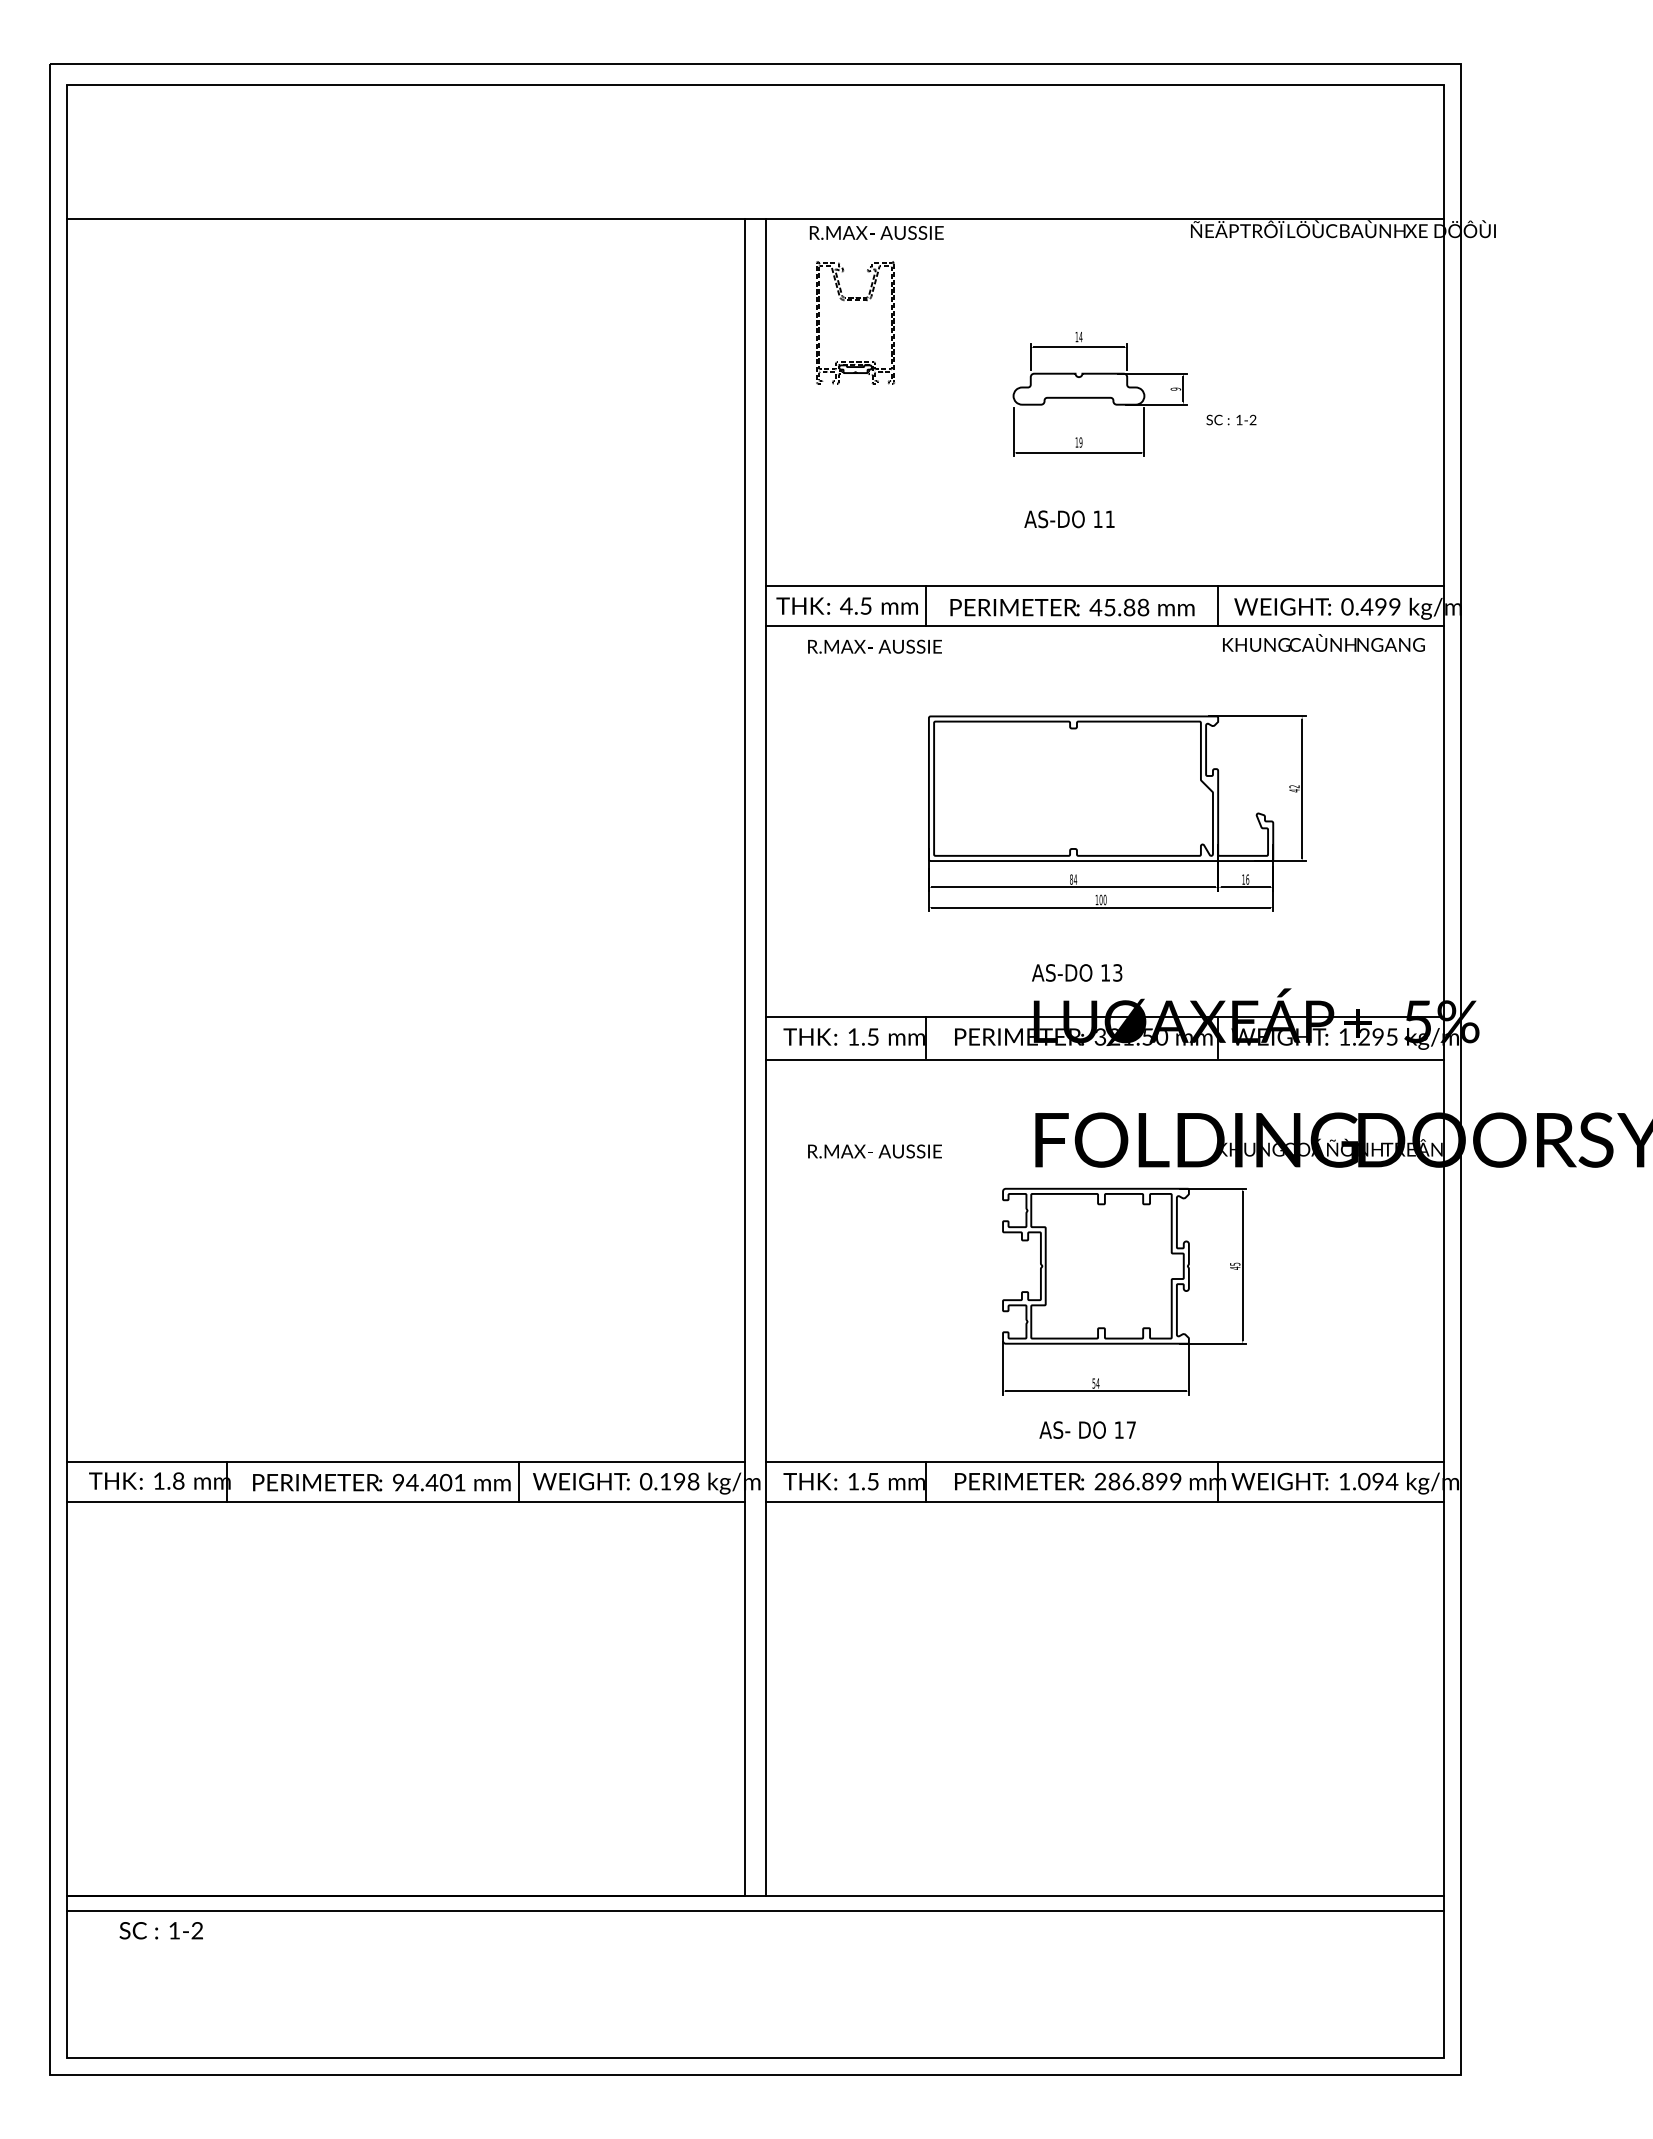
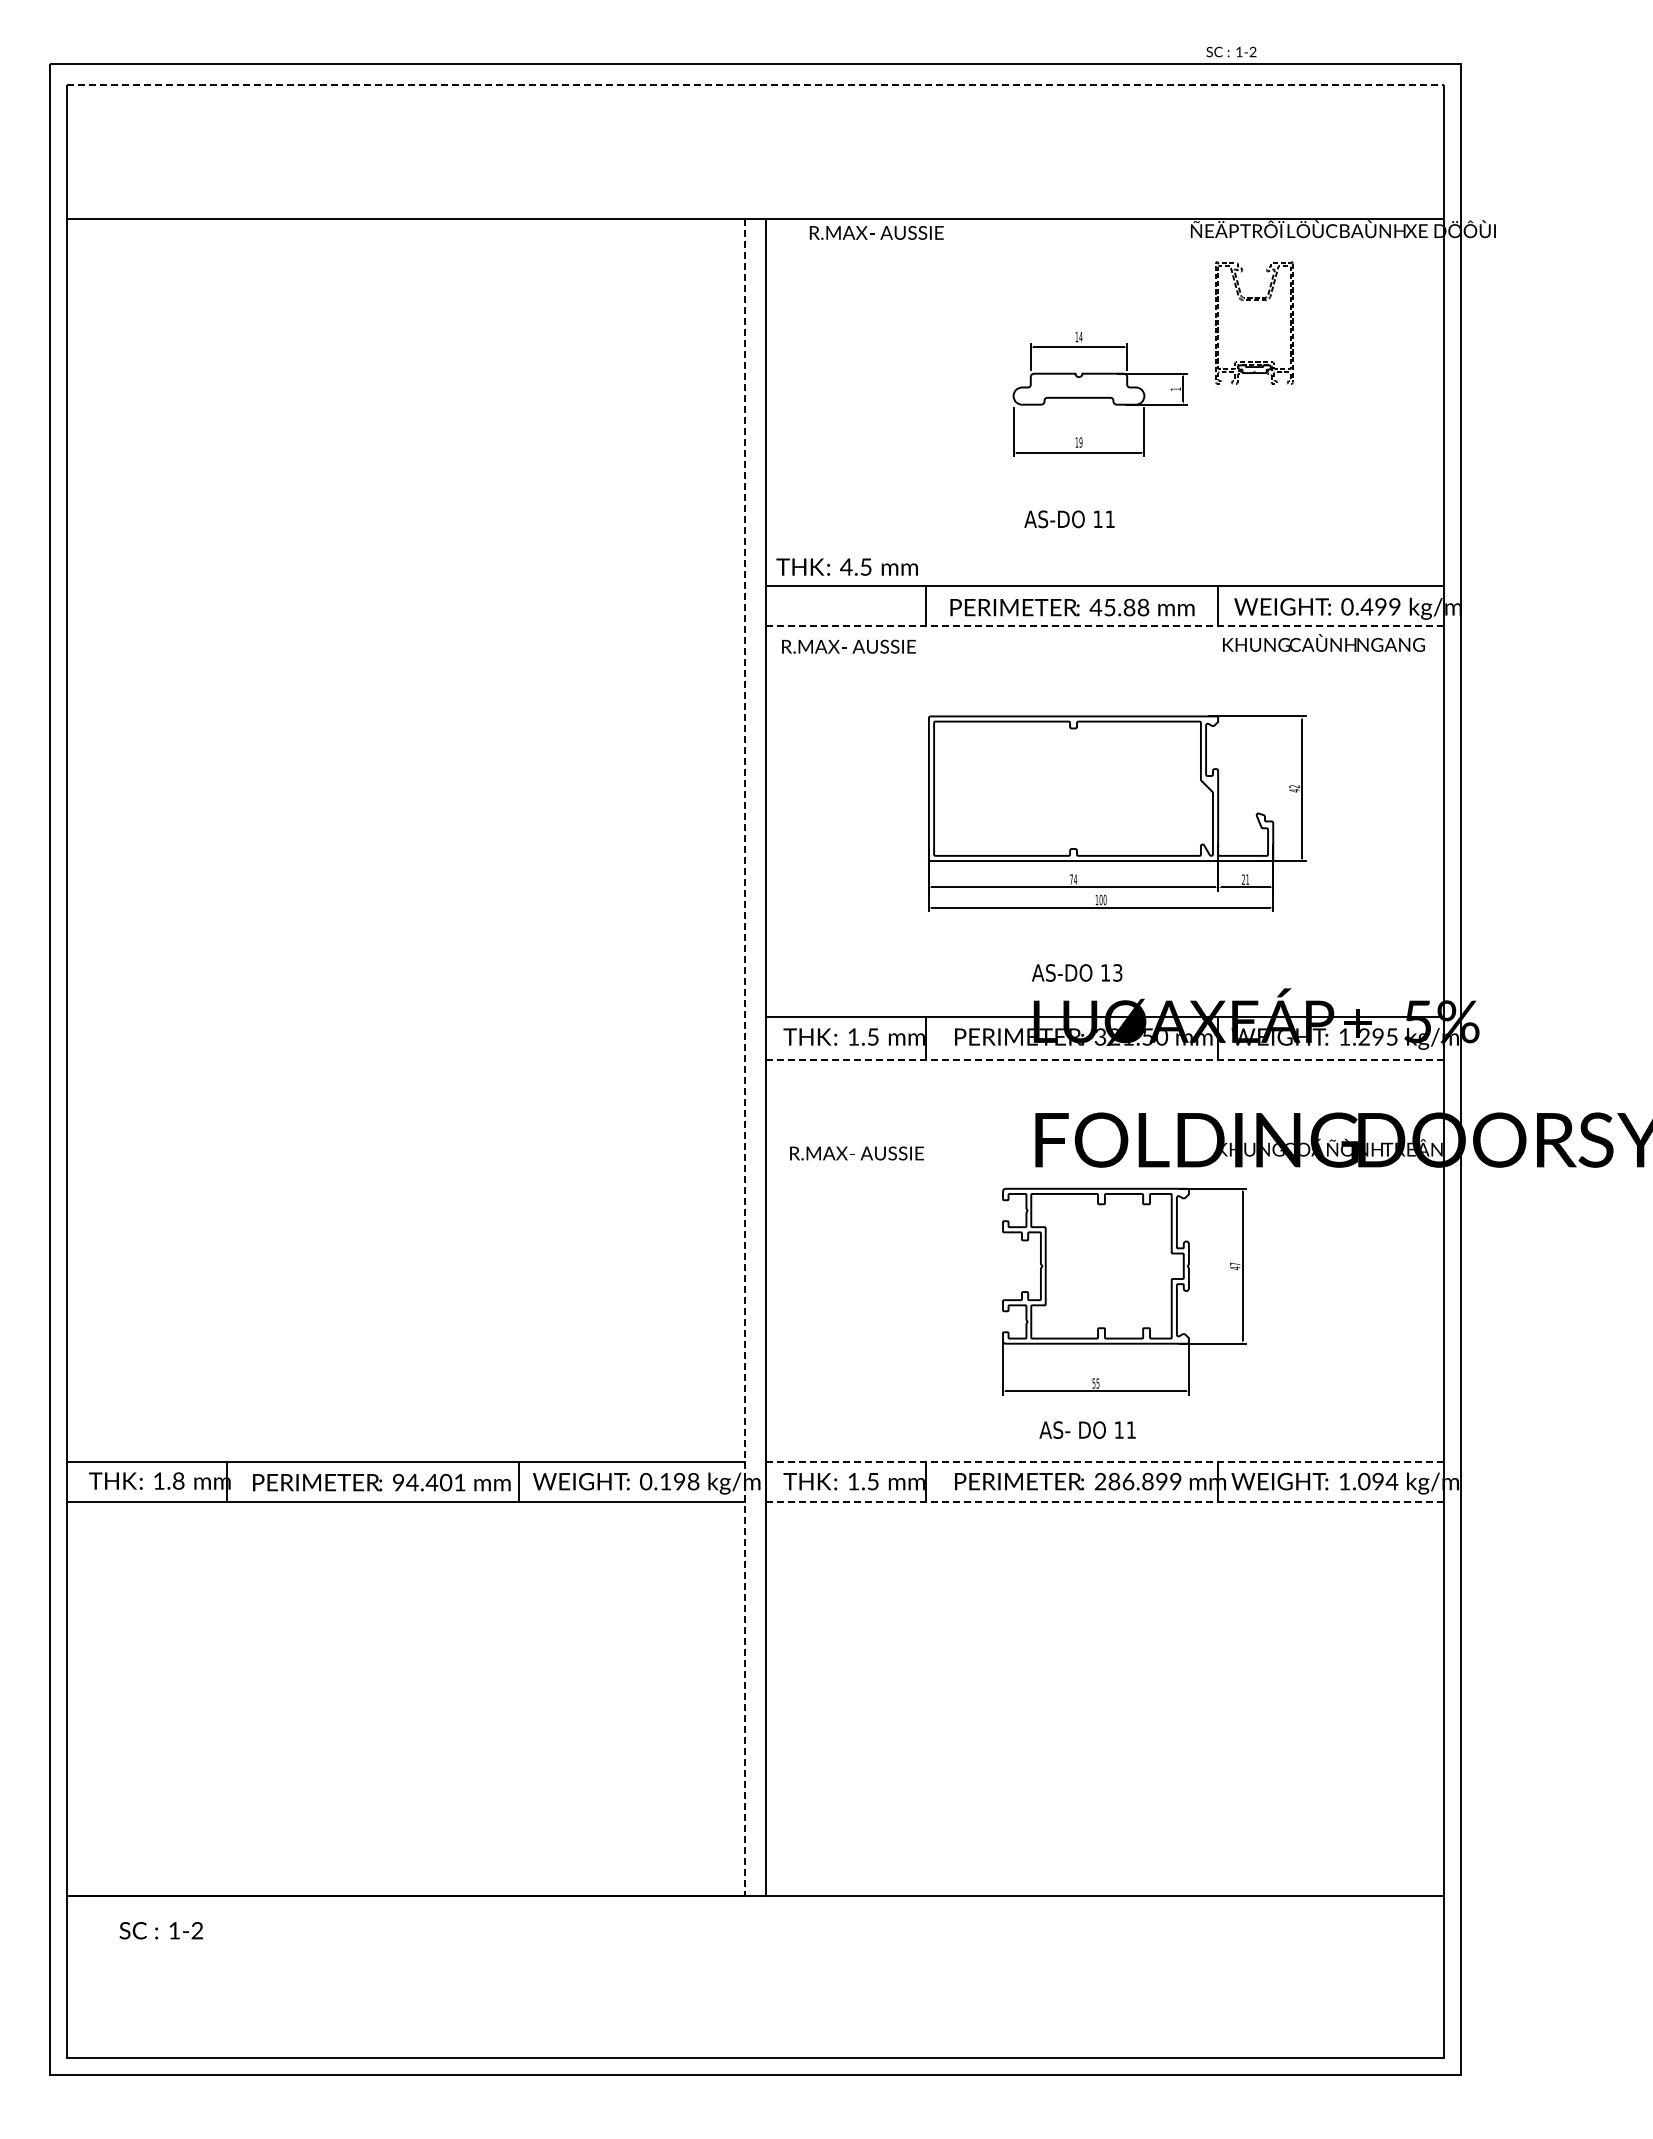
line at (755, 84): solid -> dashed
part at (855, 300) position: (855, 300) -> (1254, 300)
text at (1175, 388): 9 -> 1
text at (1231, 419) position: (1231, 419) -> (1231, 51)
text at (846, 605) position: (846, 605) -> (846, 566)
line at (1105, 626): solid -> dashed
text at (874, 646) position: (874, 646) -> (848, 646)
text at (1071, 879): 84 -> 74
text at (1245, 879): 16 -> 21
line at (745, 1057): solid -> dashed
line at (1105, 1059): solid -> dashed
text at (874, 1151) position: (874, 1151) -> (856, 1153)
text at (1235, 1263): 45 -> 47
text at (1097, 1383): 54 -> 55
text at (1131, 1429): 17 -> 11
line at (1105, 1461): solid -> dashed
line at (1105, 1502): solid -> dashed
line at (755, 1911): present -> none
